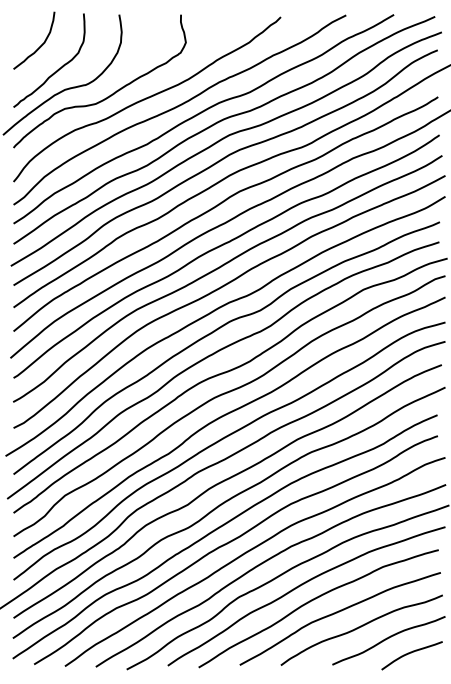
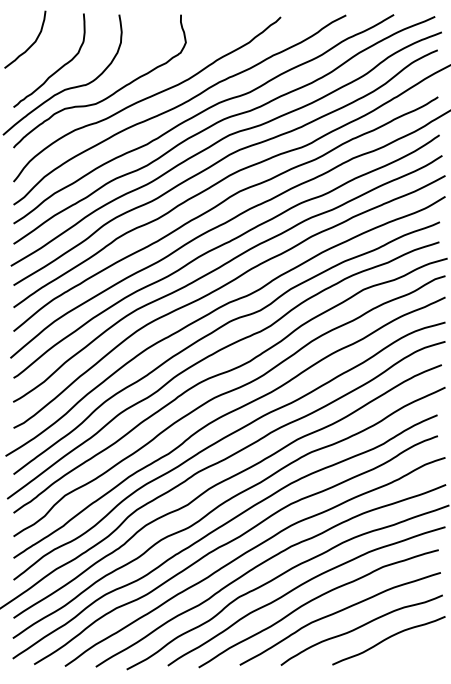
curve at (40, 45) position: (40, 45) -> (31, 44)
curve at (411, 653): present -> none
